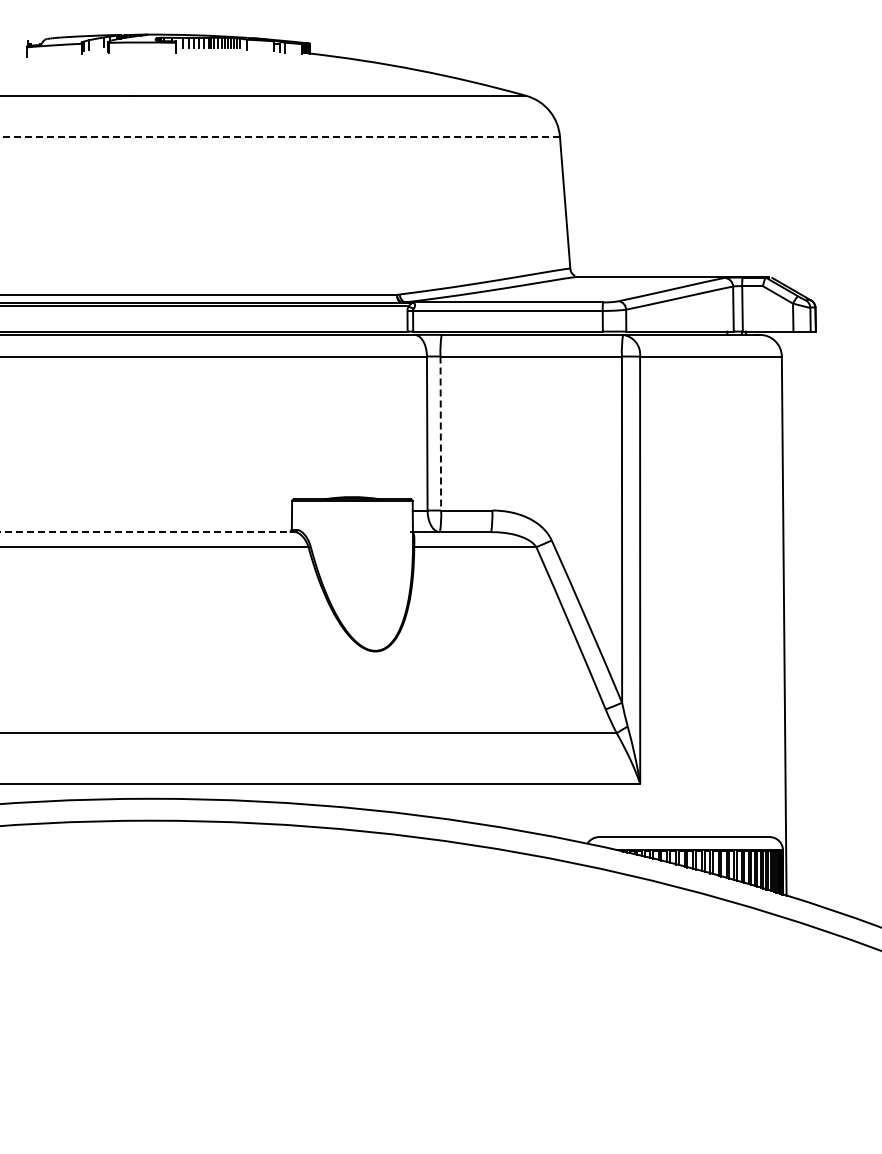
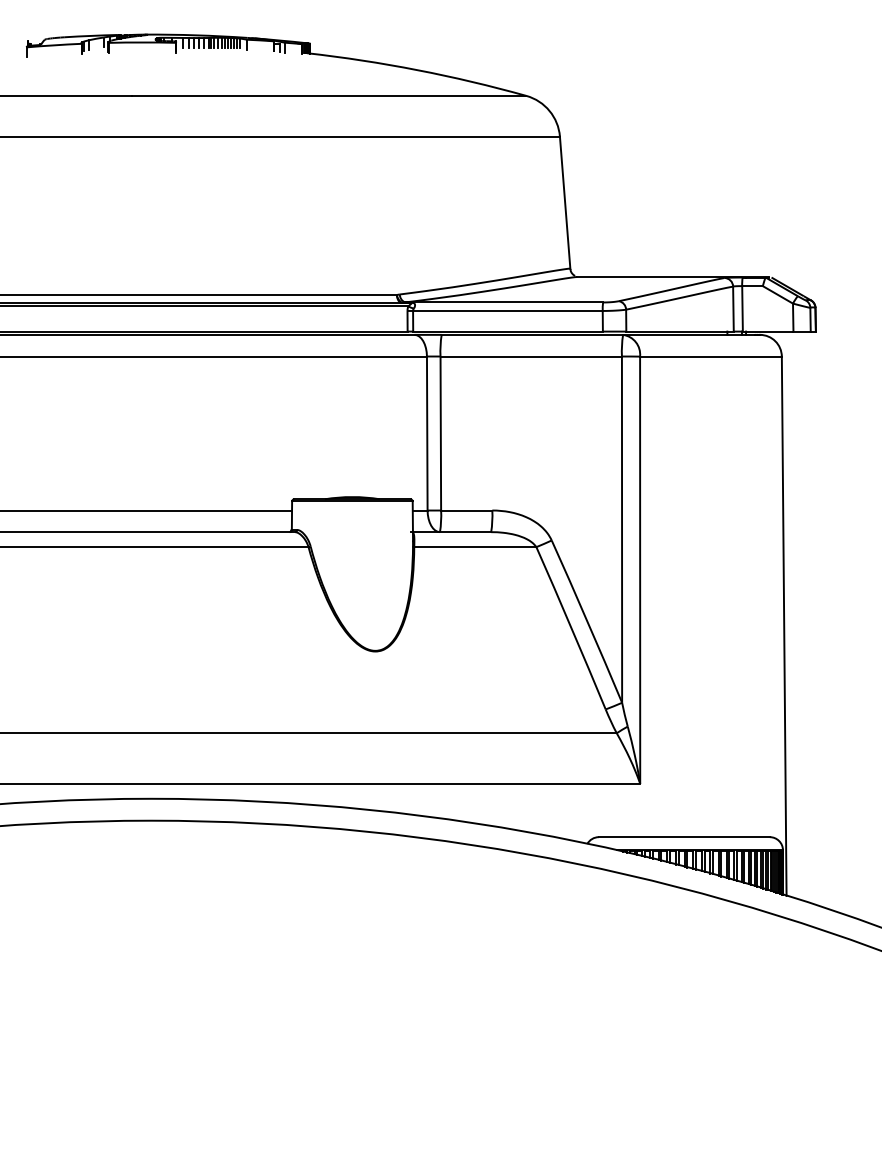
line at (280, 136): dashed -> solid
line at (440, 433): dashed -> solid
line at (147, 510): none -> present
line at (148, 532): dashed -> solid
